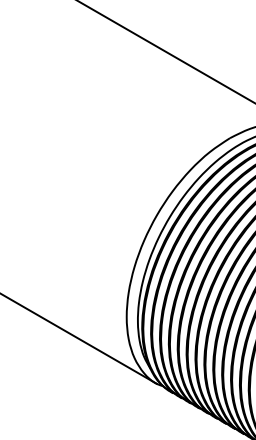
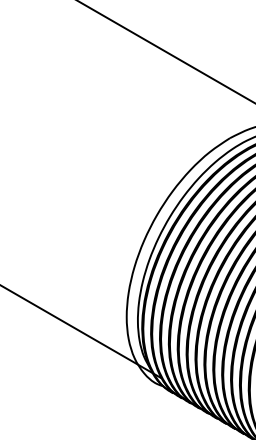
line at (79, 338) position: (79, 338) -> (81, 331)
